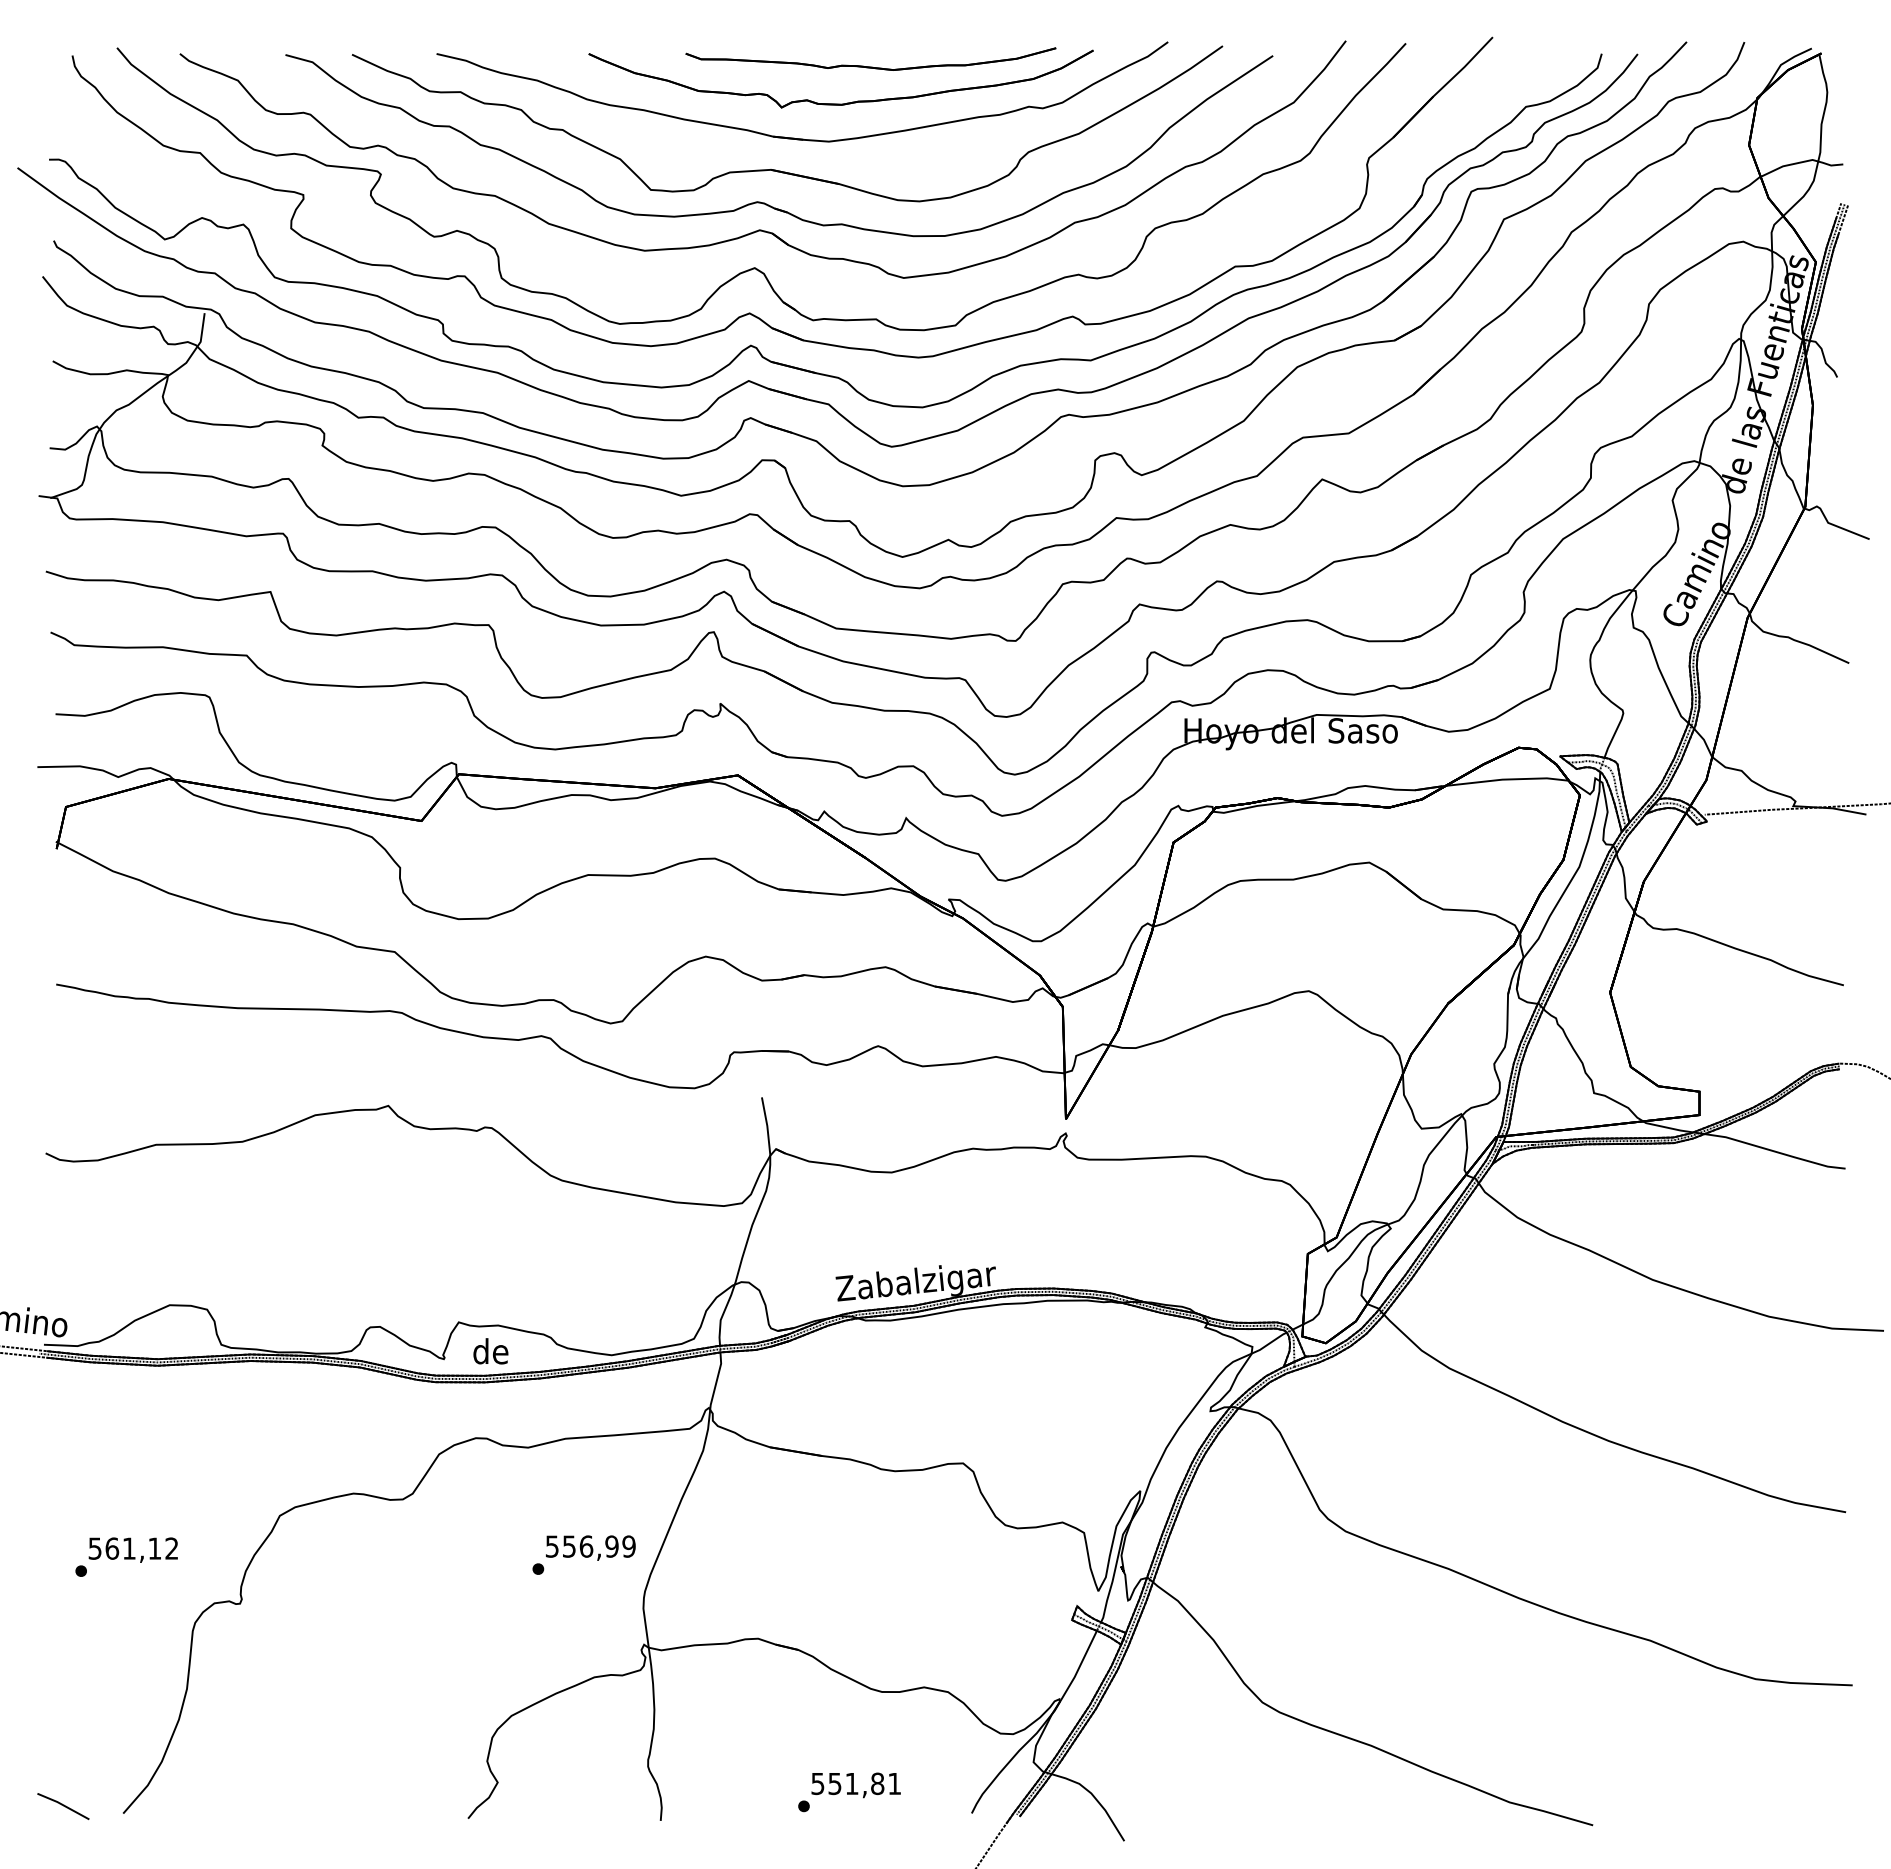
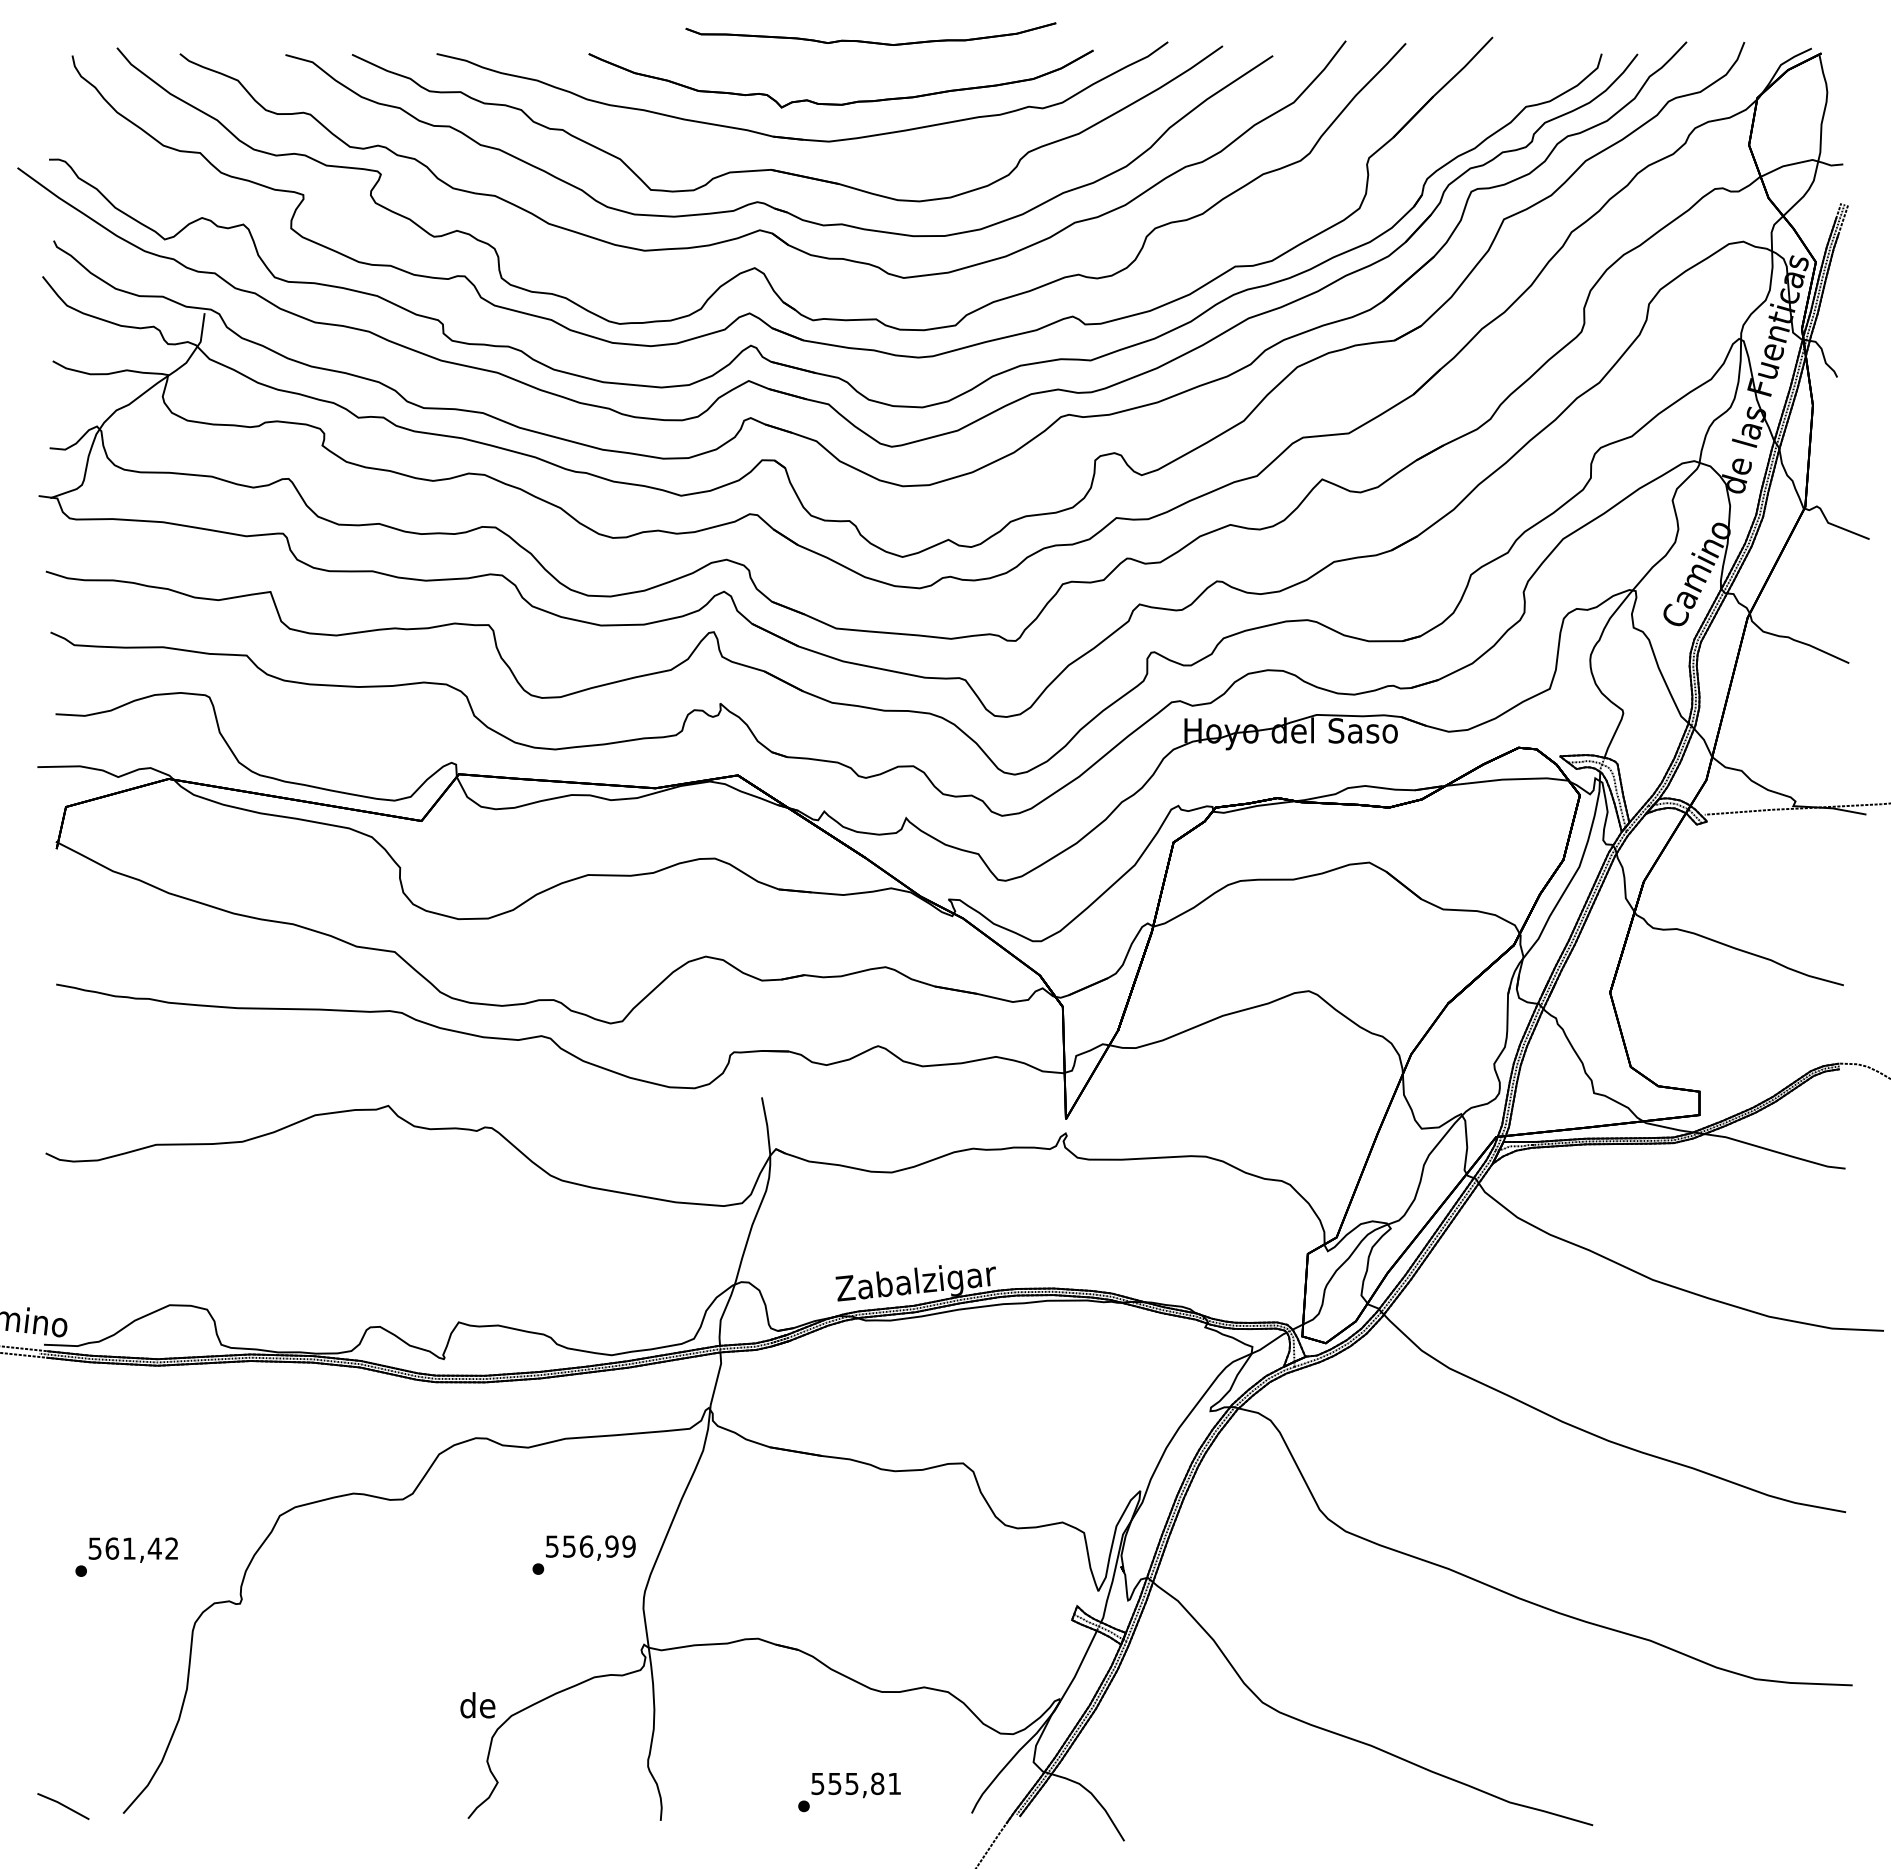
part at (870, 66) position: (870, 66) -> (870, 41)
text at (490, 1351) position: (490, 1351) -> (477, 1705)
text at (154, 1548): 561,12 -> 561,42
text at (851, 1784): 551,81 -> 555,81
